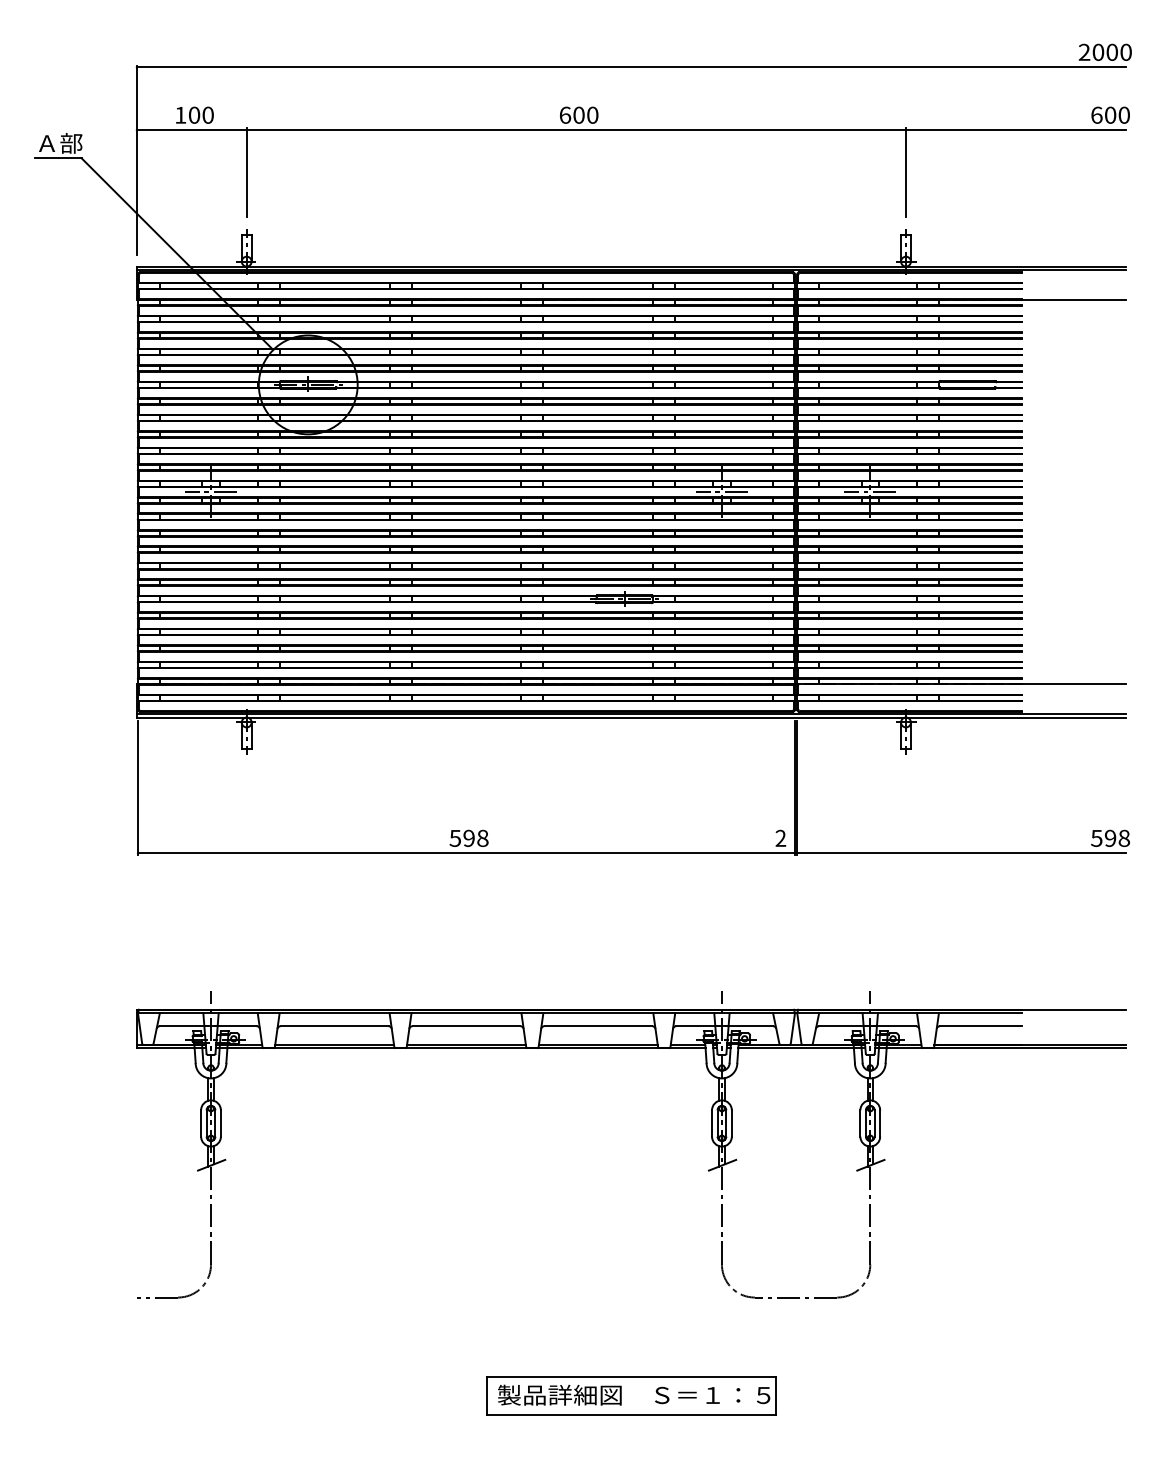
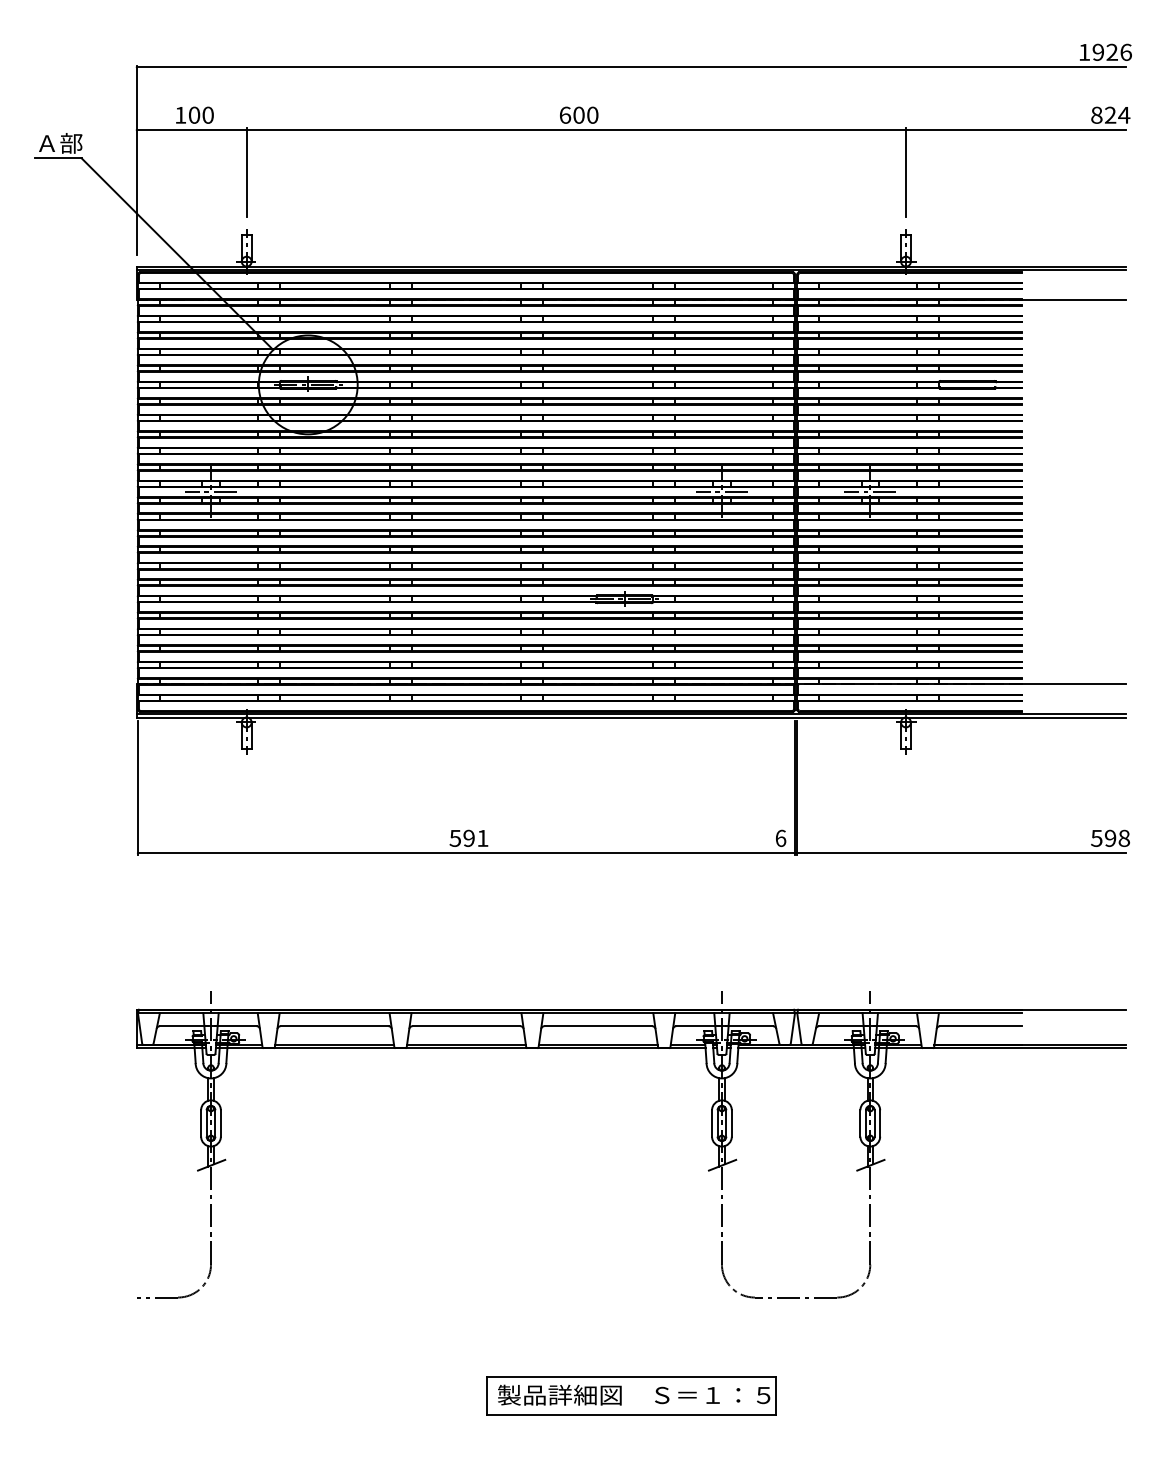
text at (1104, 51): 2000 -> 1926
text at (1110, 114): 600 -> 824
text at (482, 837): 598 -> 591
text at (780, 837): 2 -> 6
